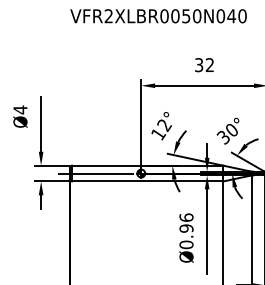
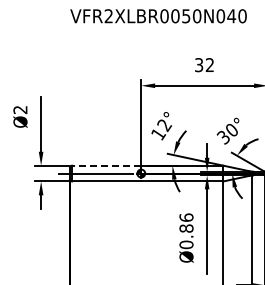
text at (20, 109): Ø4 -> Ø2
line at (106, 165): solid -> dashed
text at (186, 228): Ø0.96 -> Ø0.86
